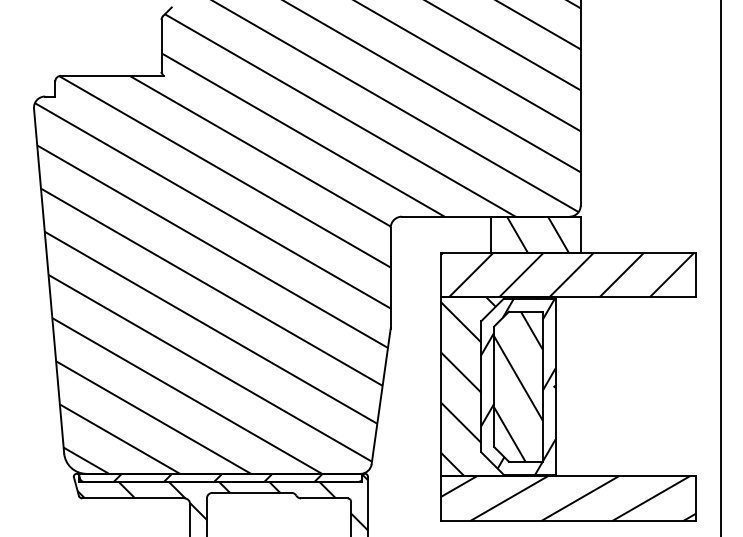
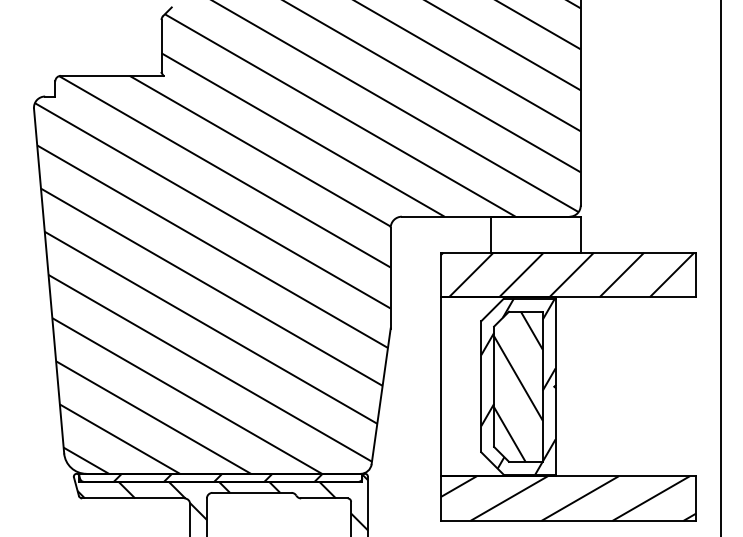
hatch at (537, 234): present -> none
hatch at (489, 386): present -> none
